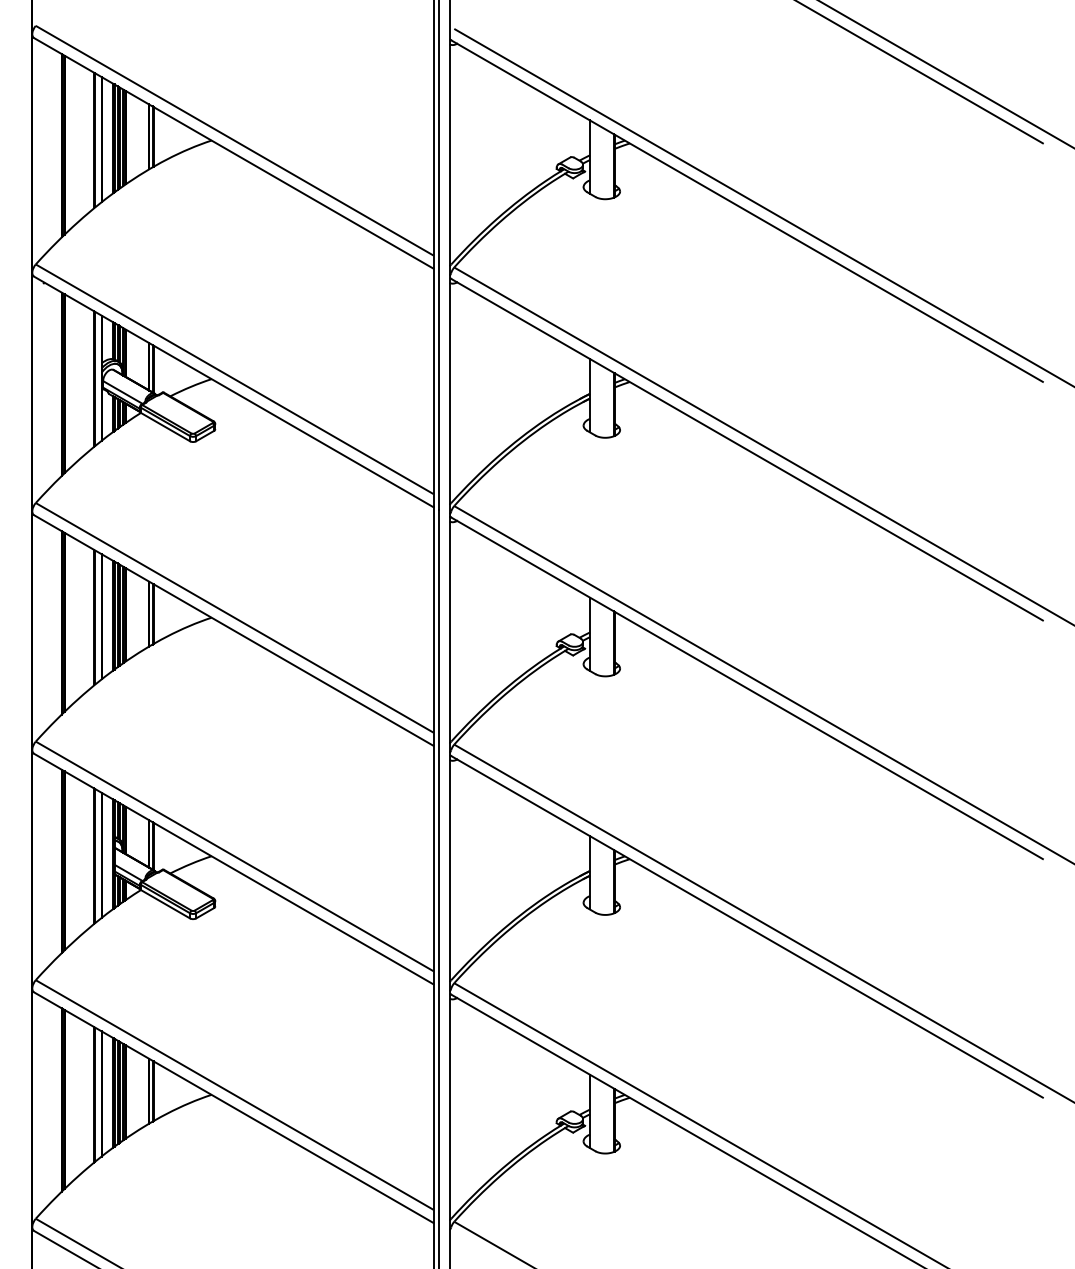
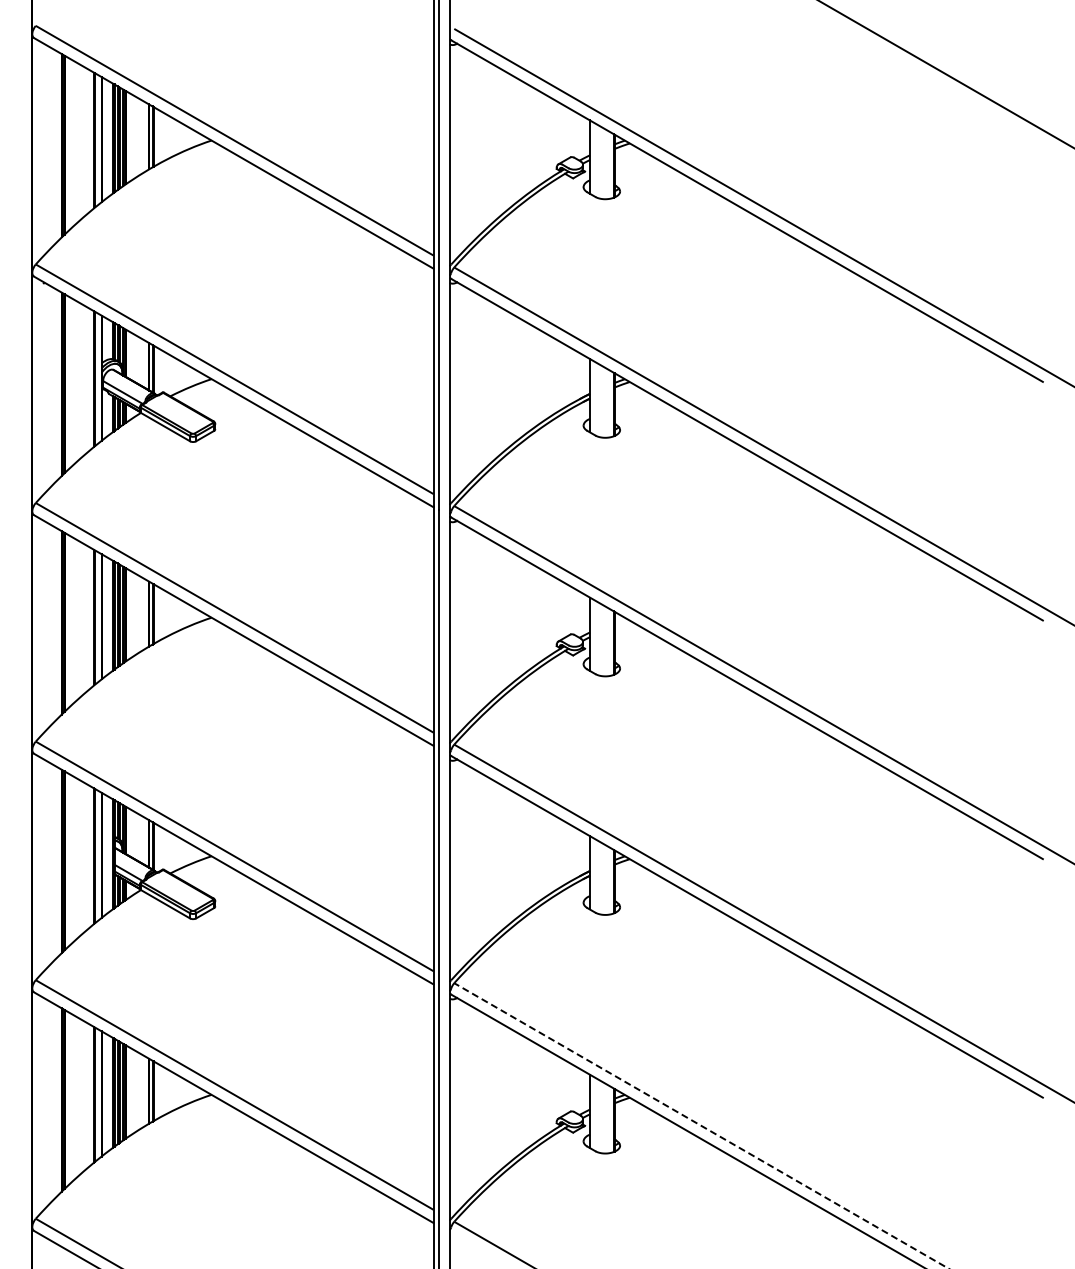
line at (920, 72): present -> none
line at (701, 1125): solid -> dashed
